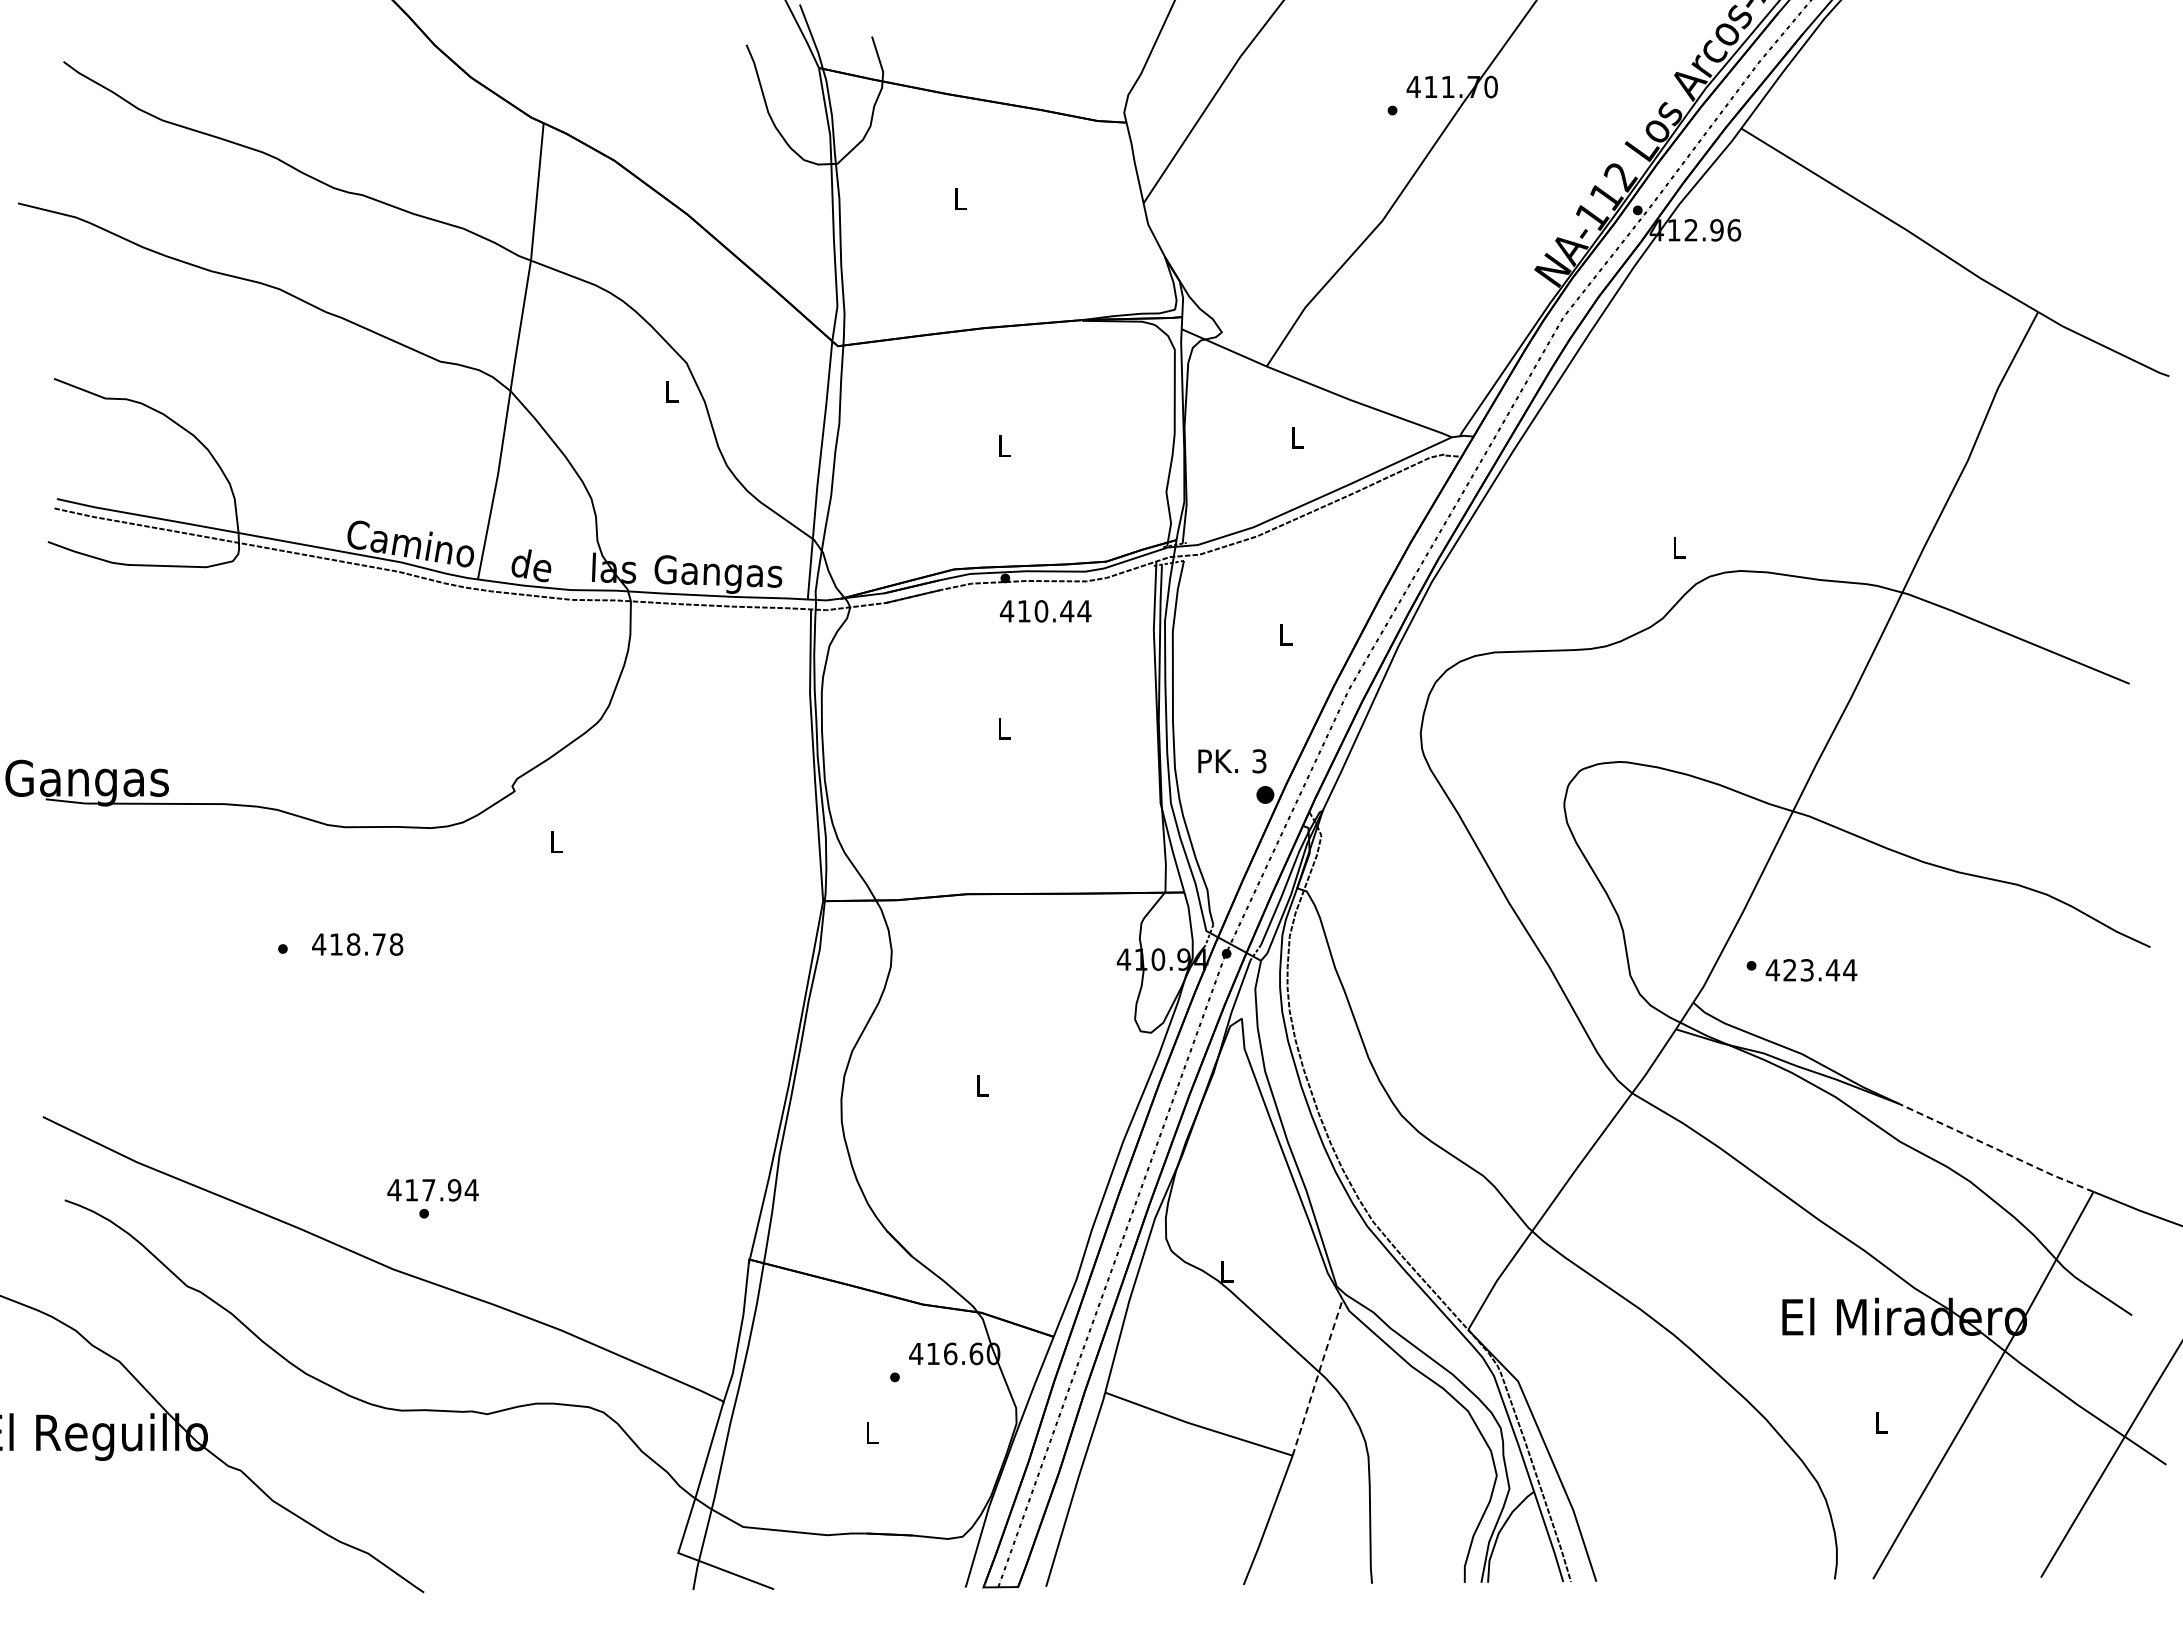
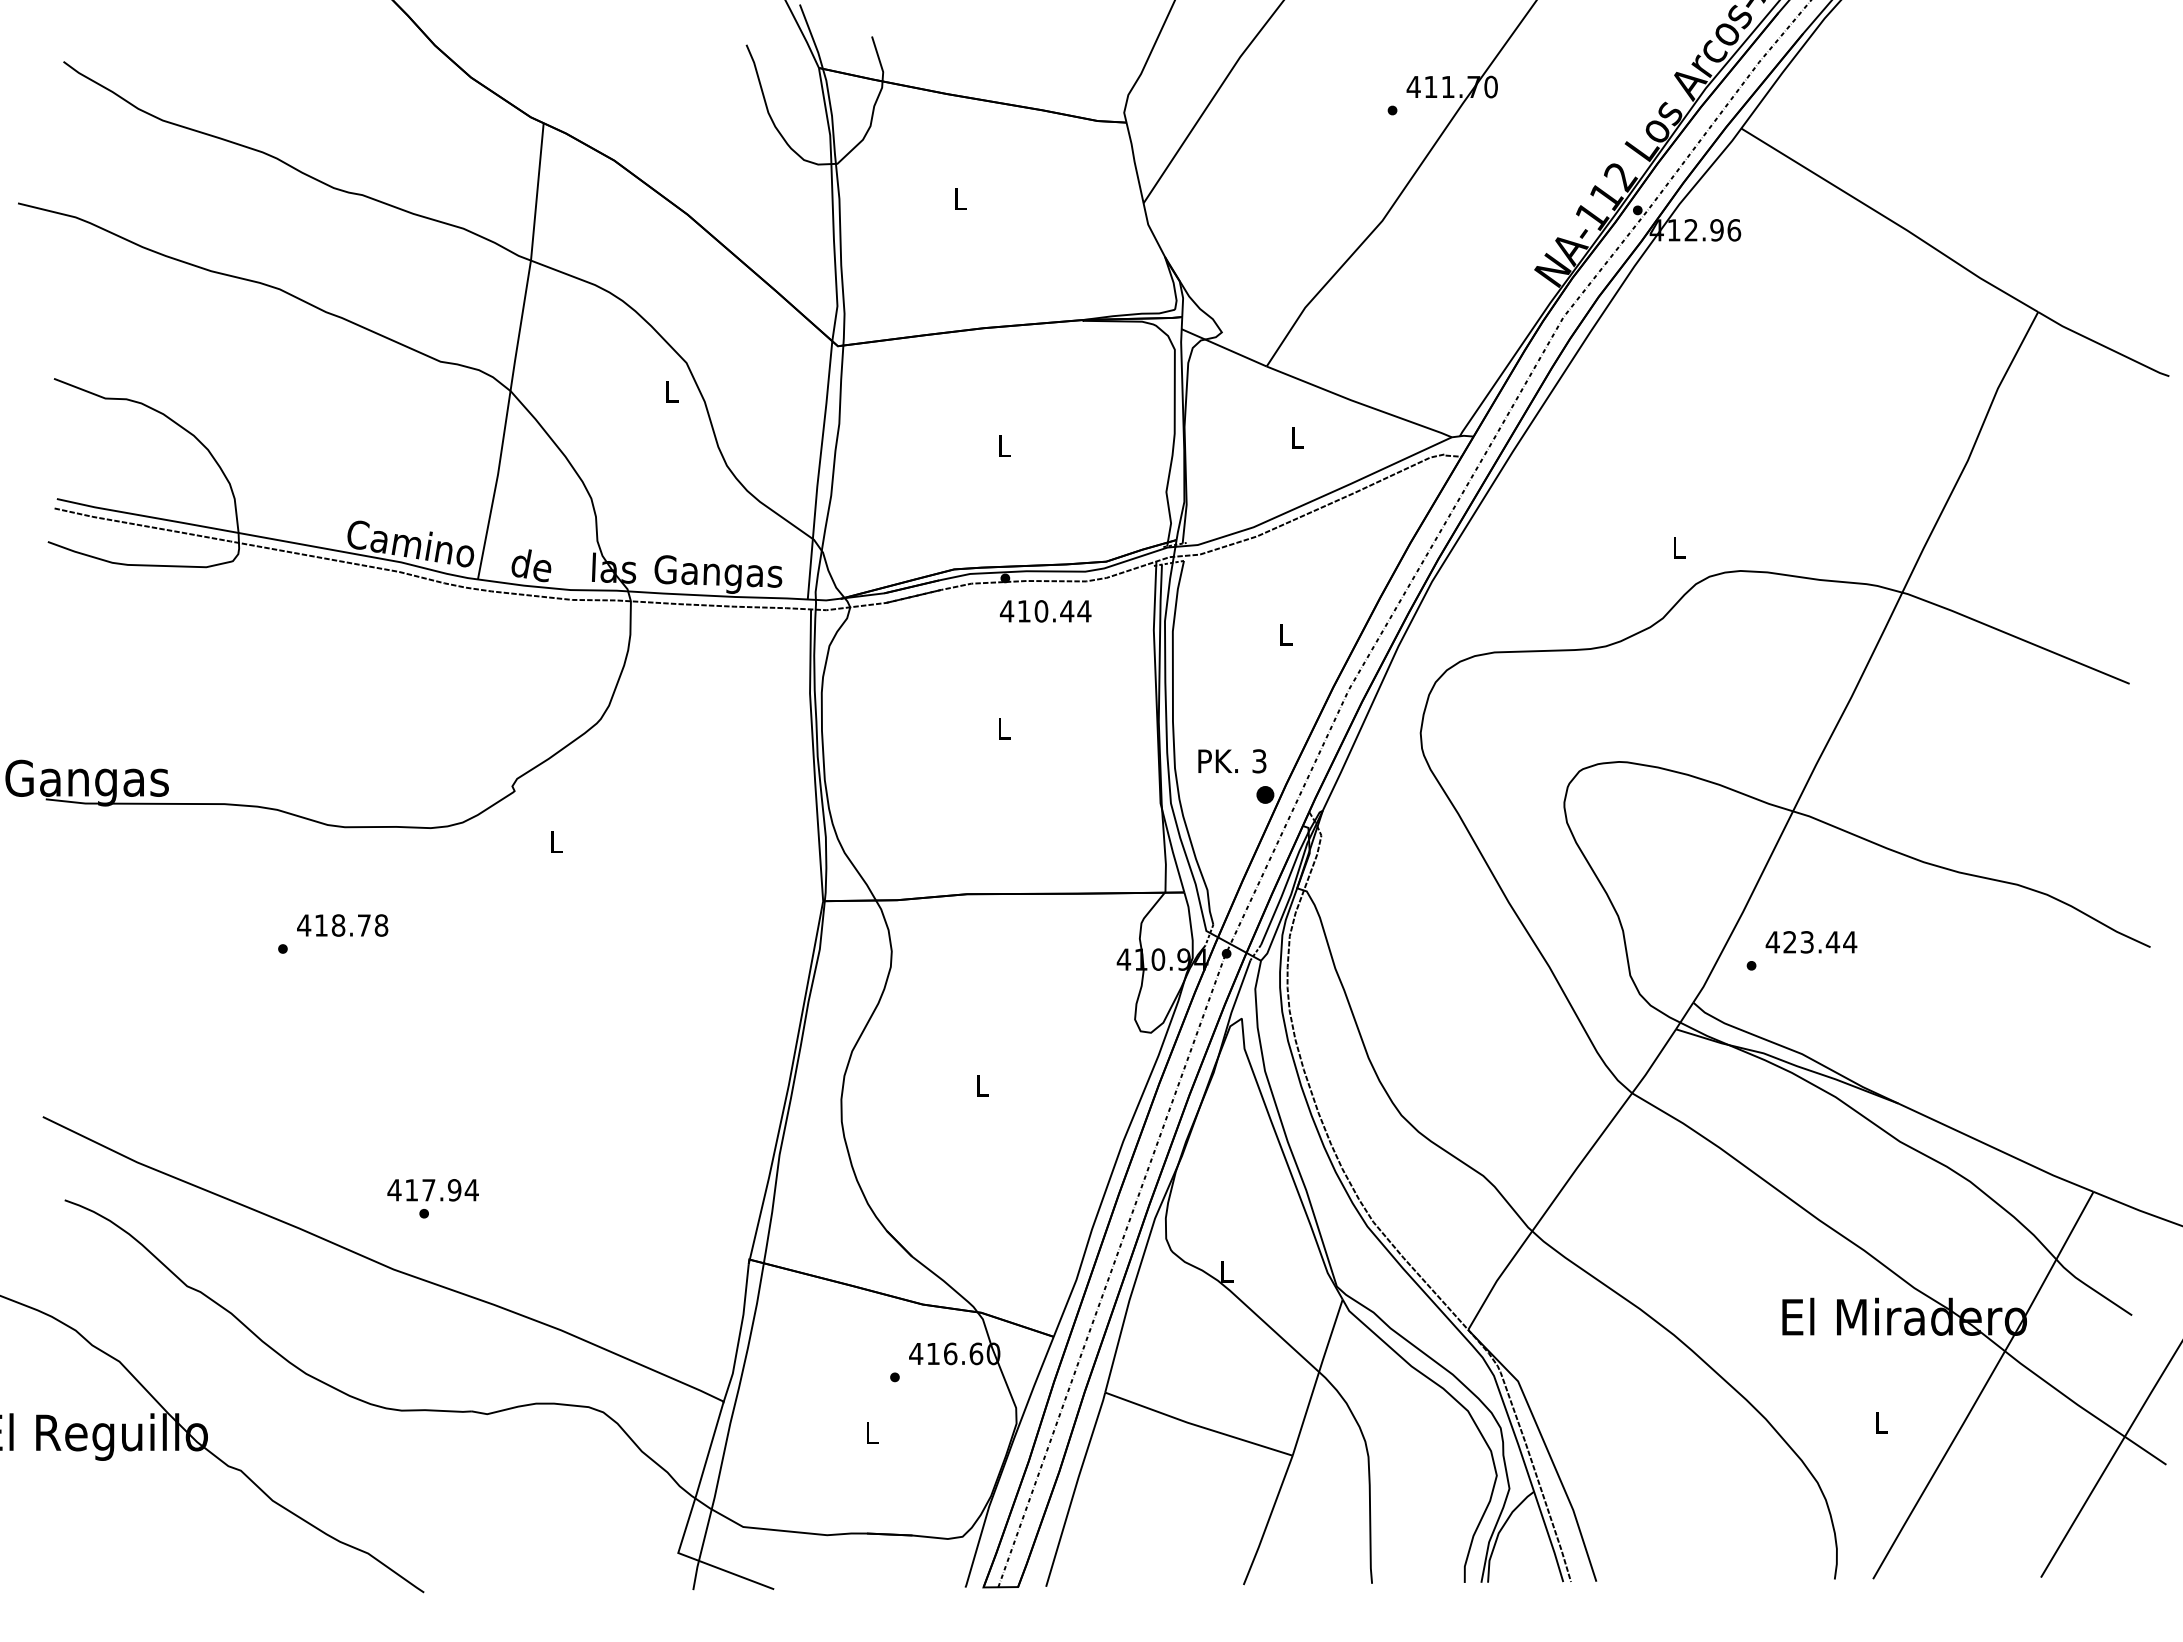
text at (357, 944) position: (357, 944) -> (342, 925)
text at (1811, 970) position: (1811, 970) -> (1811, 942)
line at (1996, 1149): dashed -> solid
line at (1317, 1376): dashed -> solid
